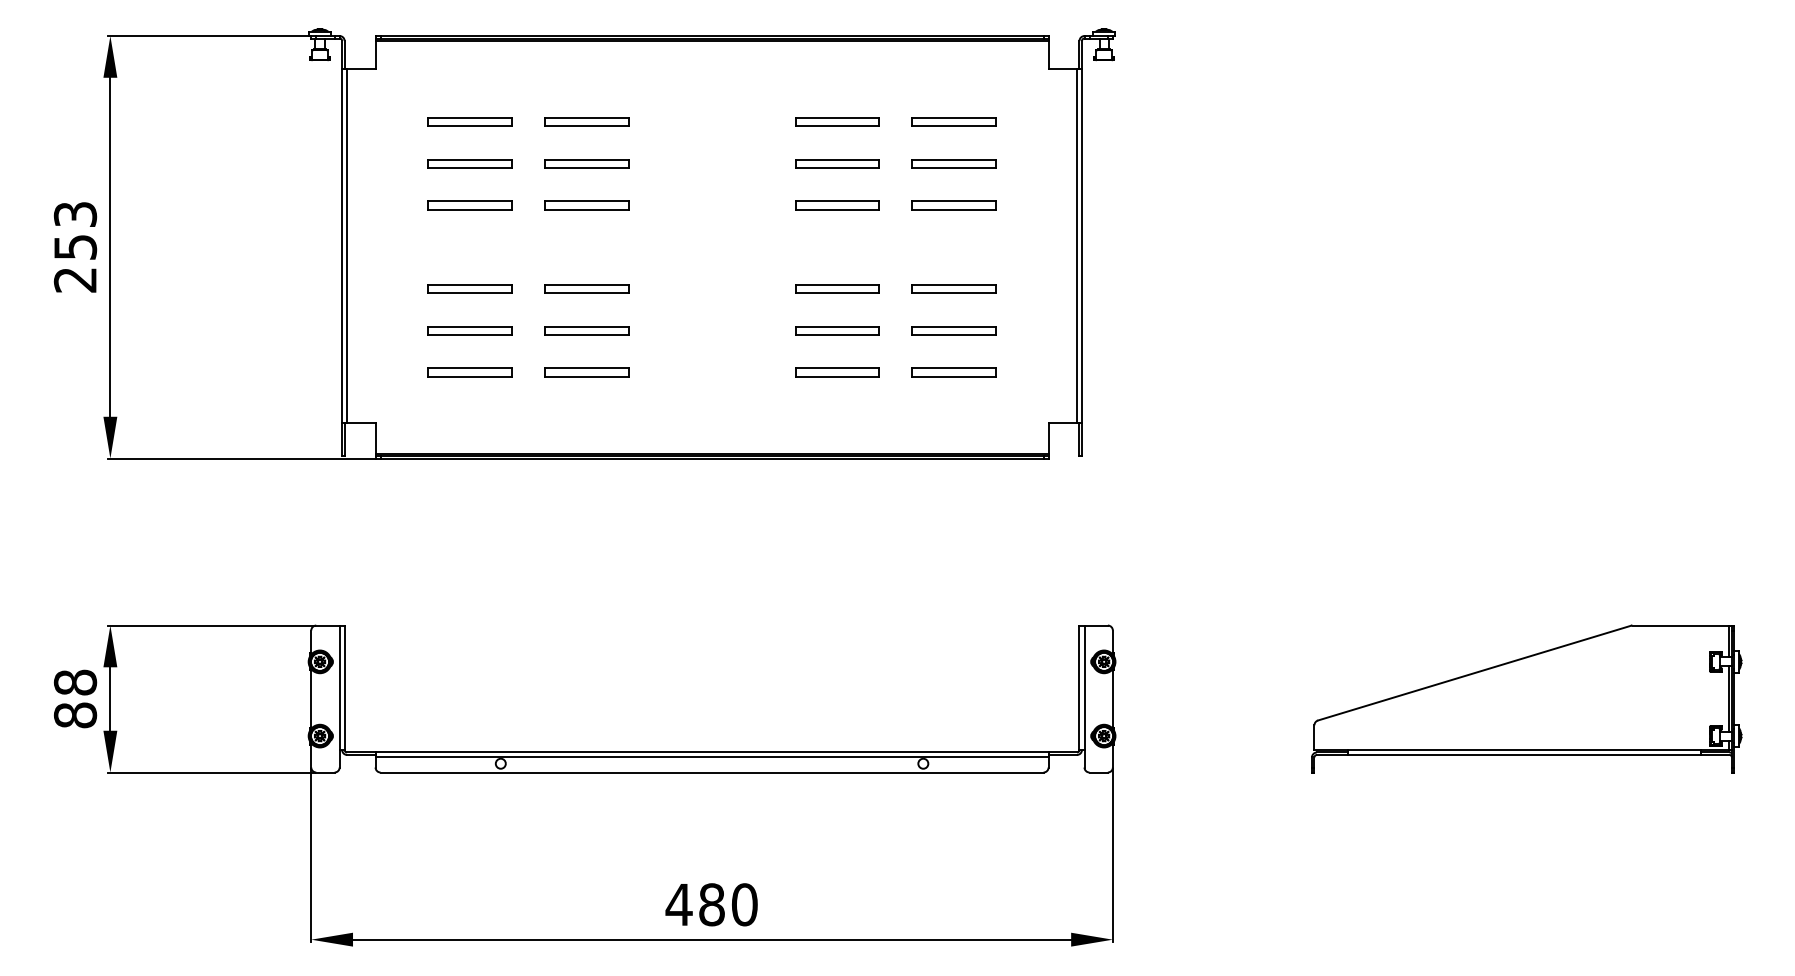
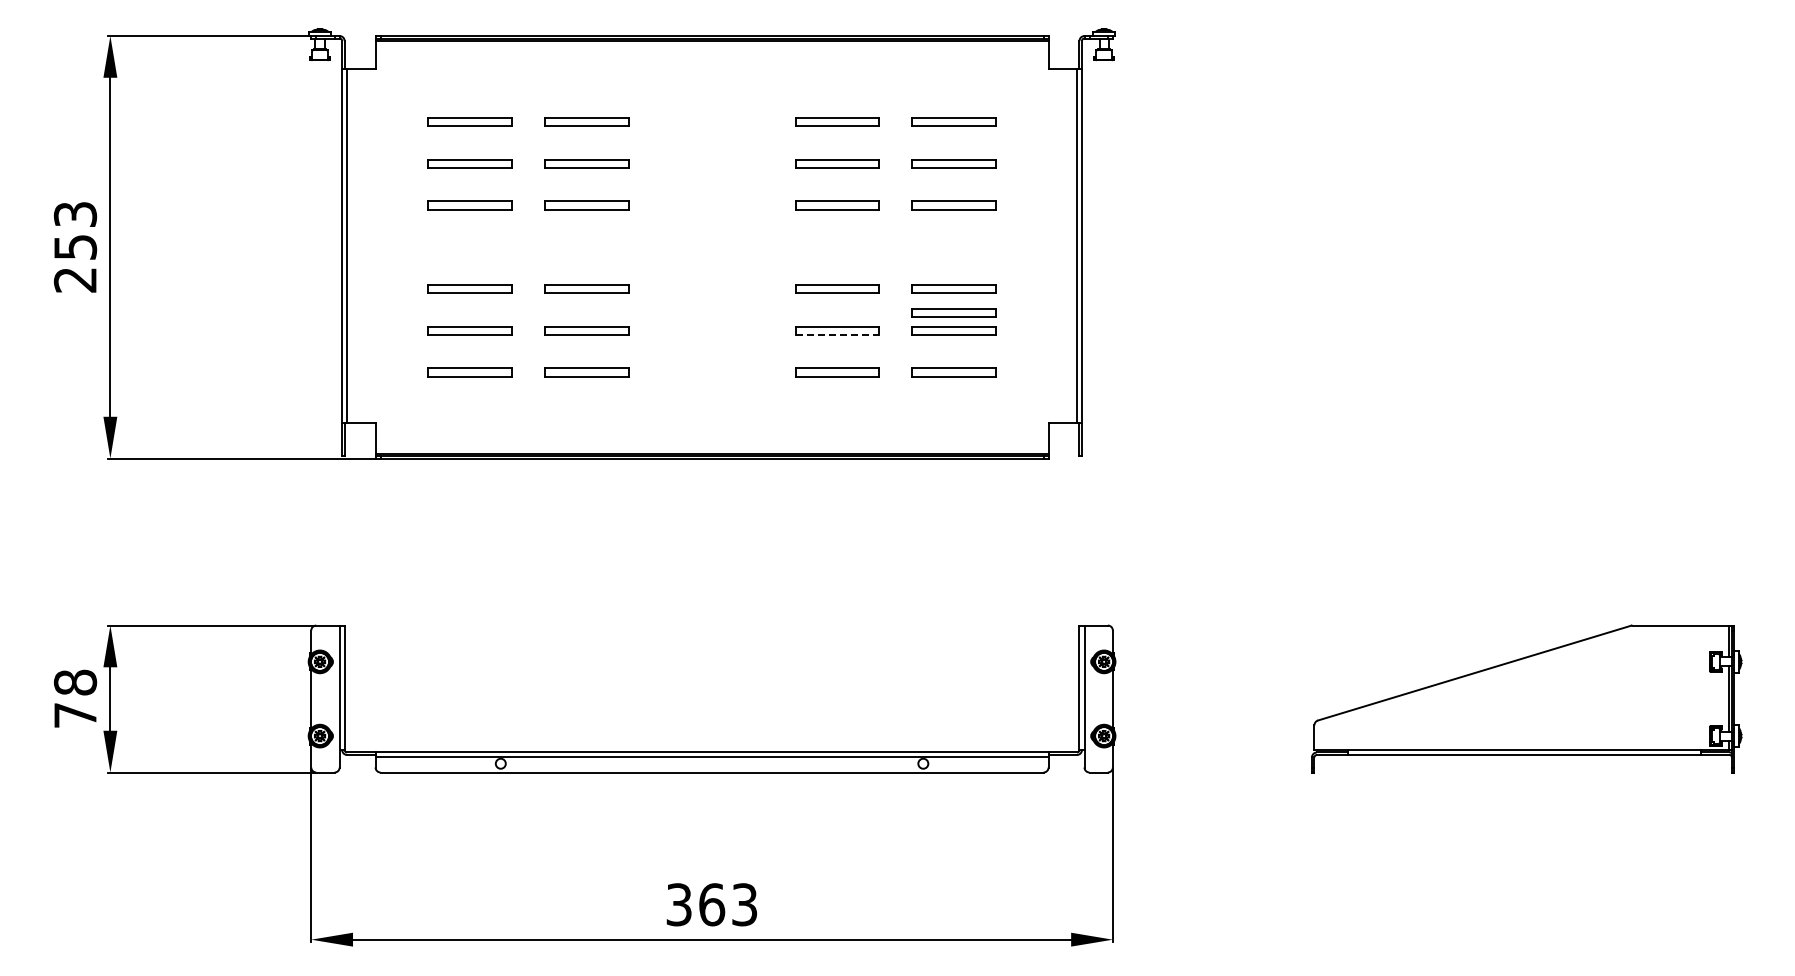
part at (953, 312): none -> present
line at (837, 334): solid -> dashed
text at (75, 715): 88 -> 78
text at (711, 904): 480 -> 363
